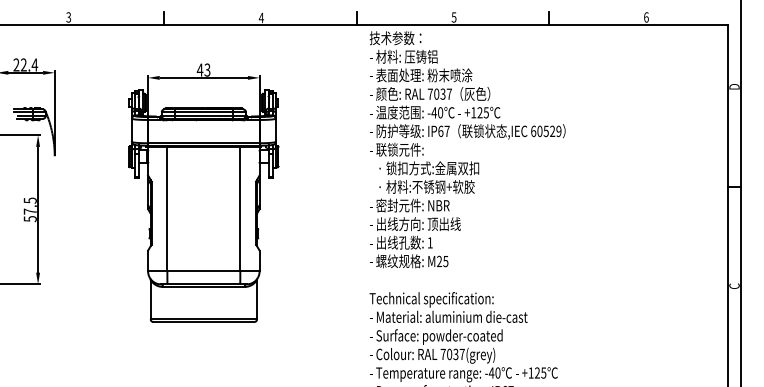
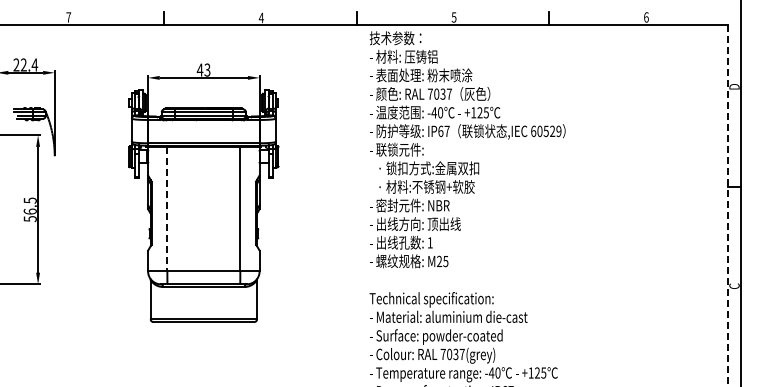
text at (68, 17): 3 -> 7
line at (727, 205): solid -> dashed
line at (167, 209): solid -> dashed
text at (29, 211): 57.5 -> 56.5
